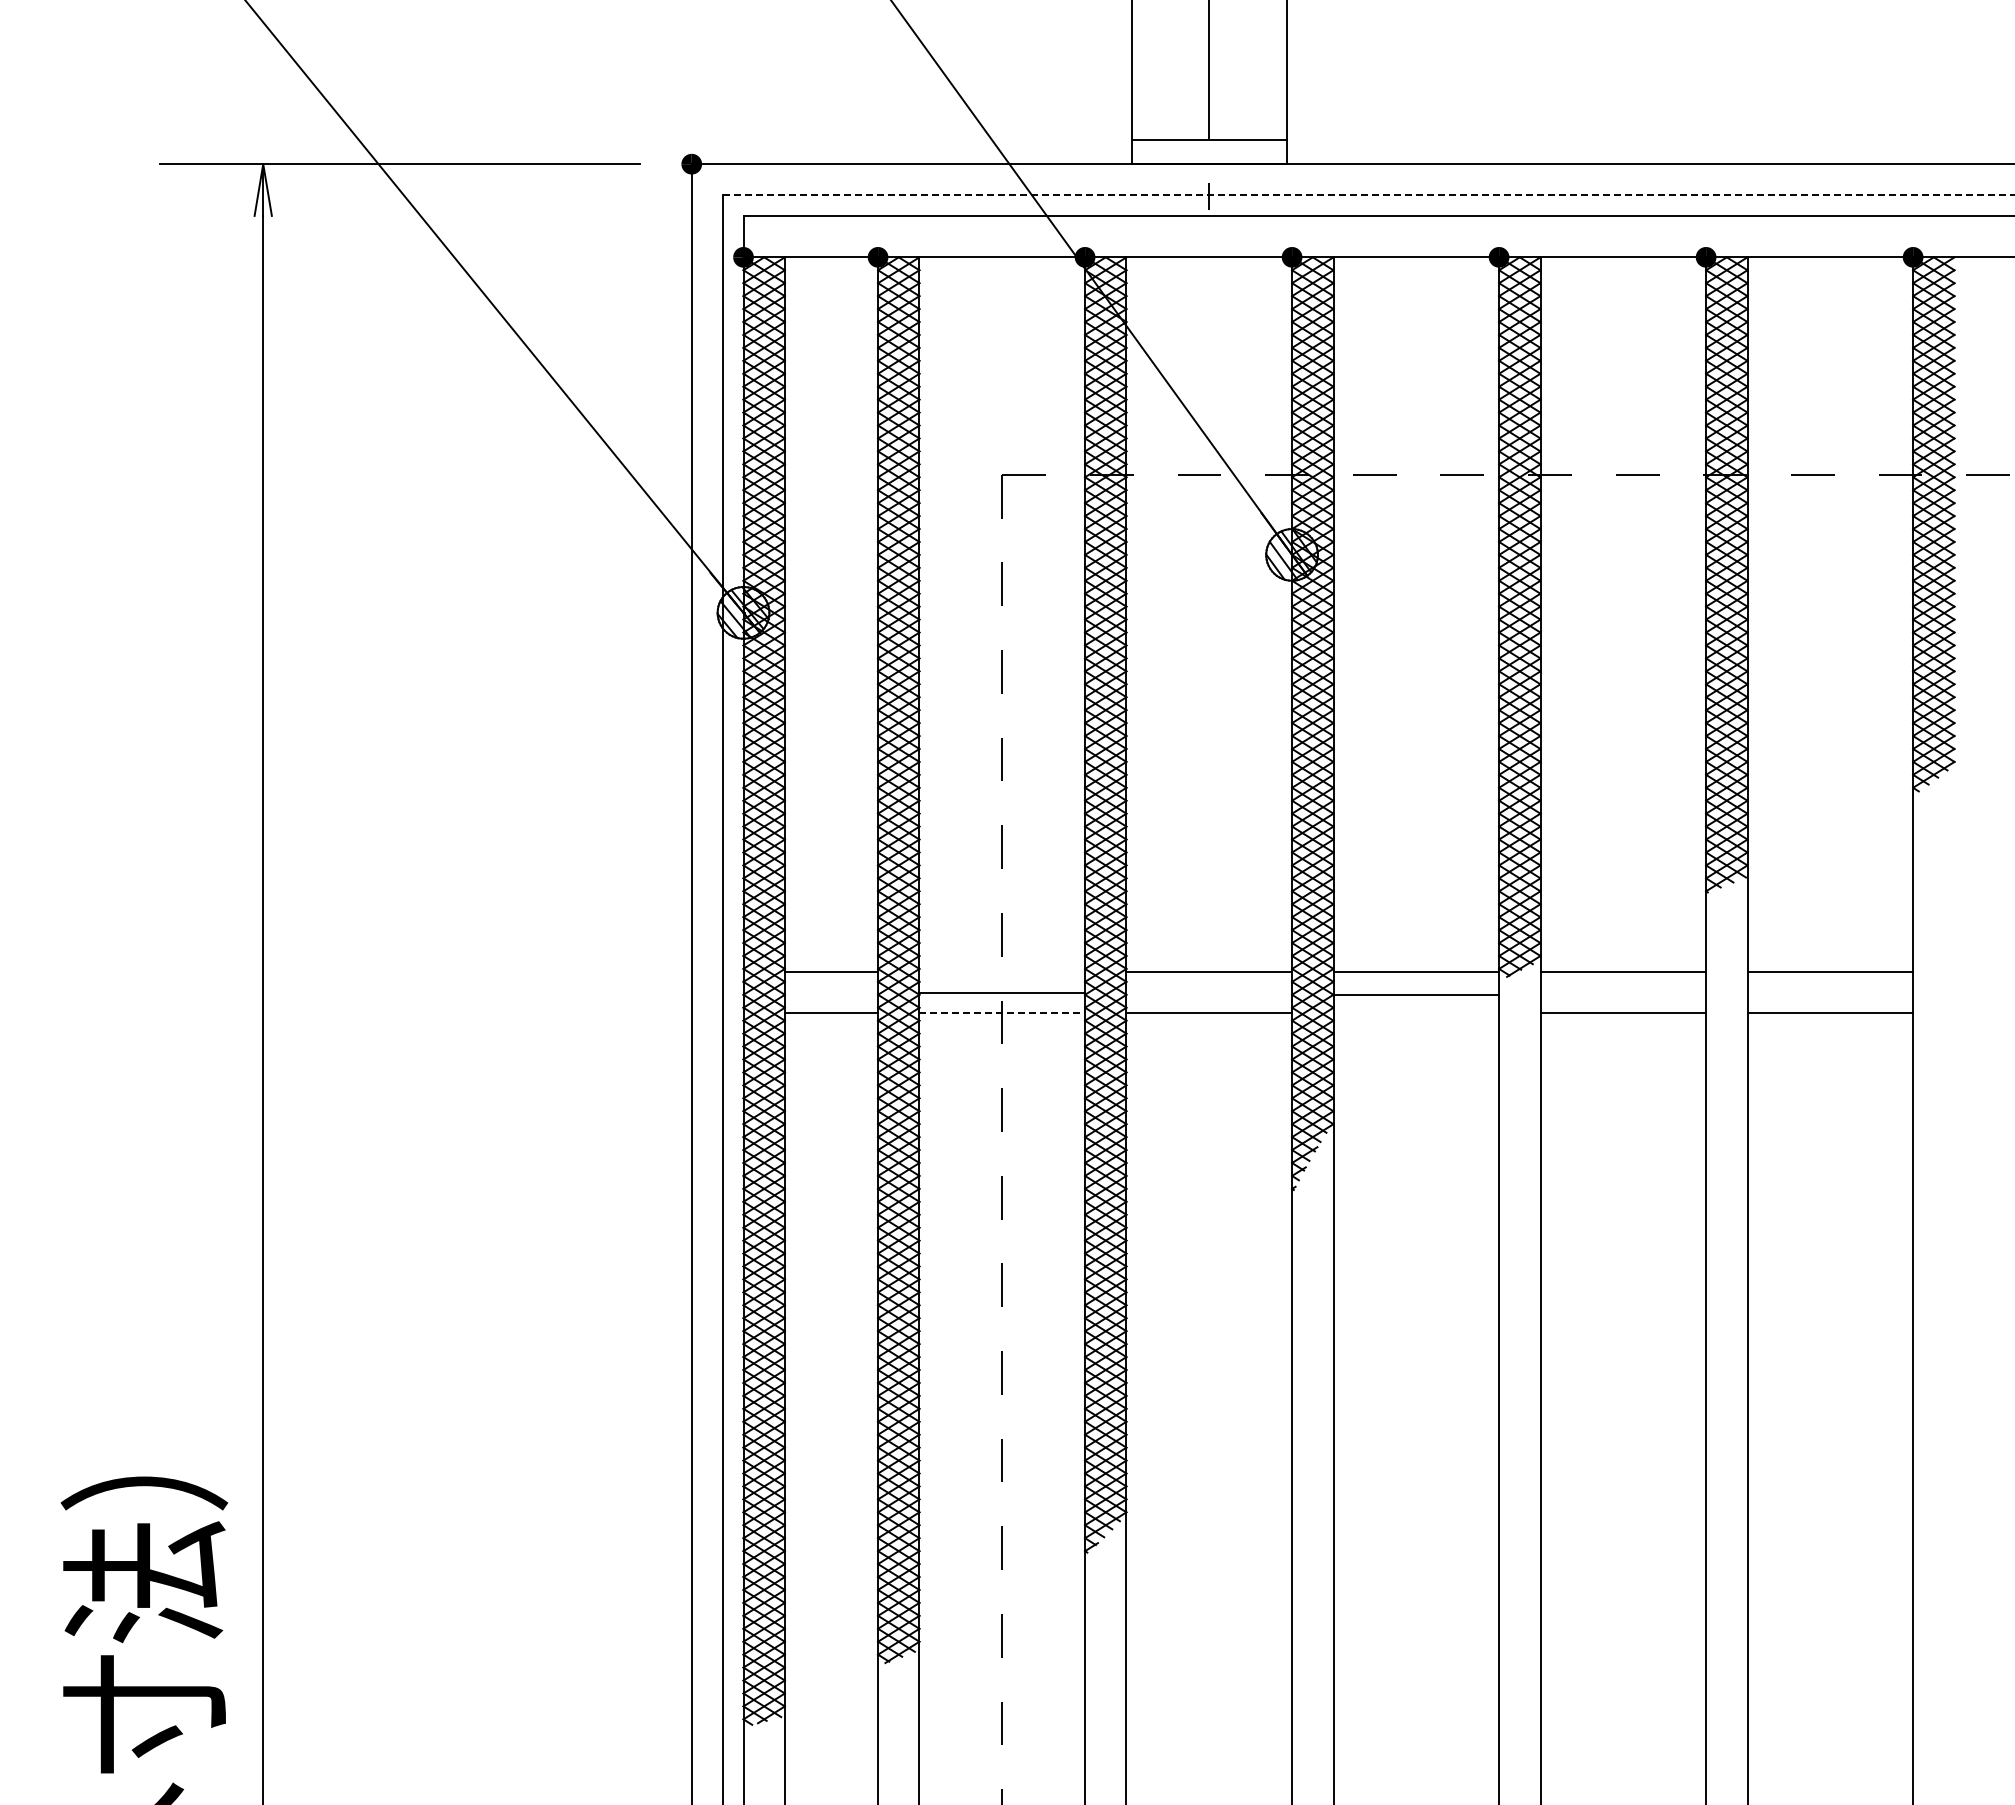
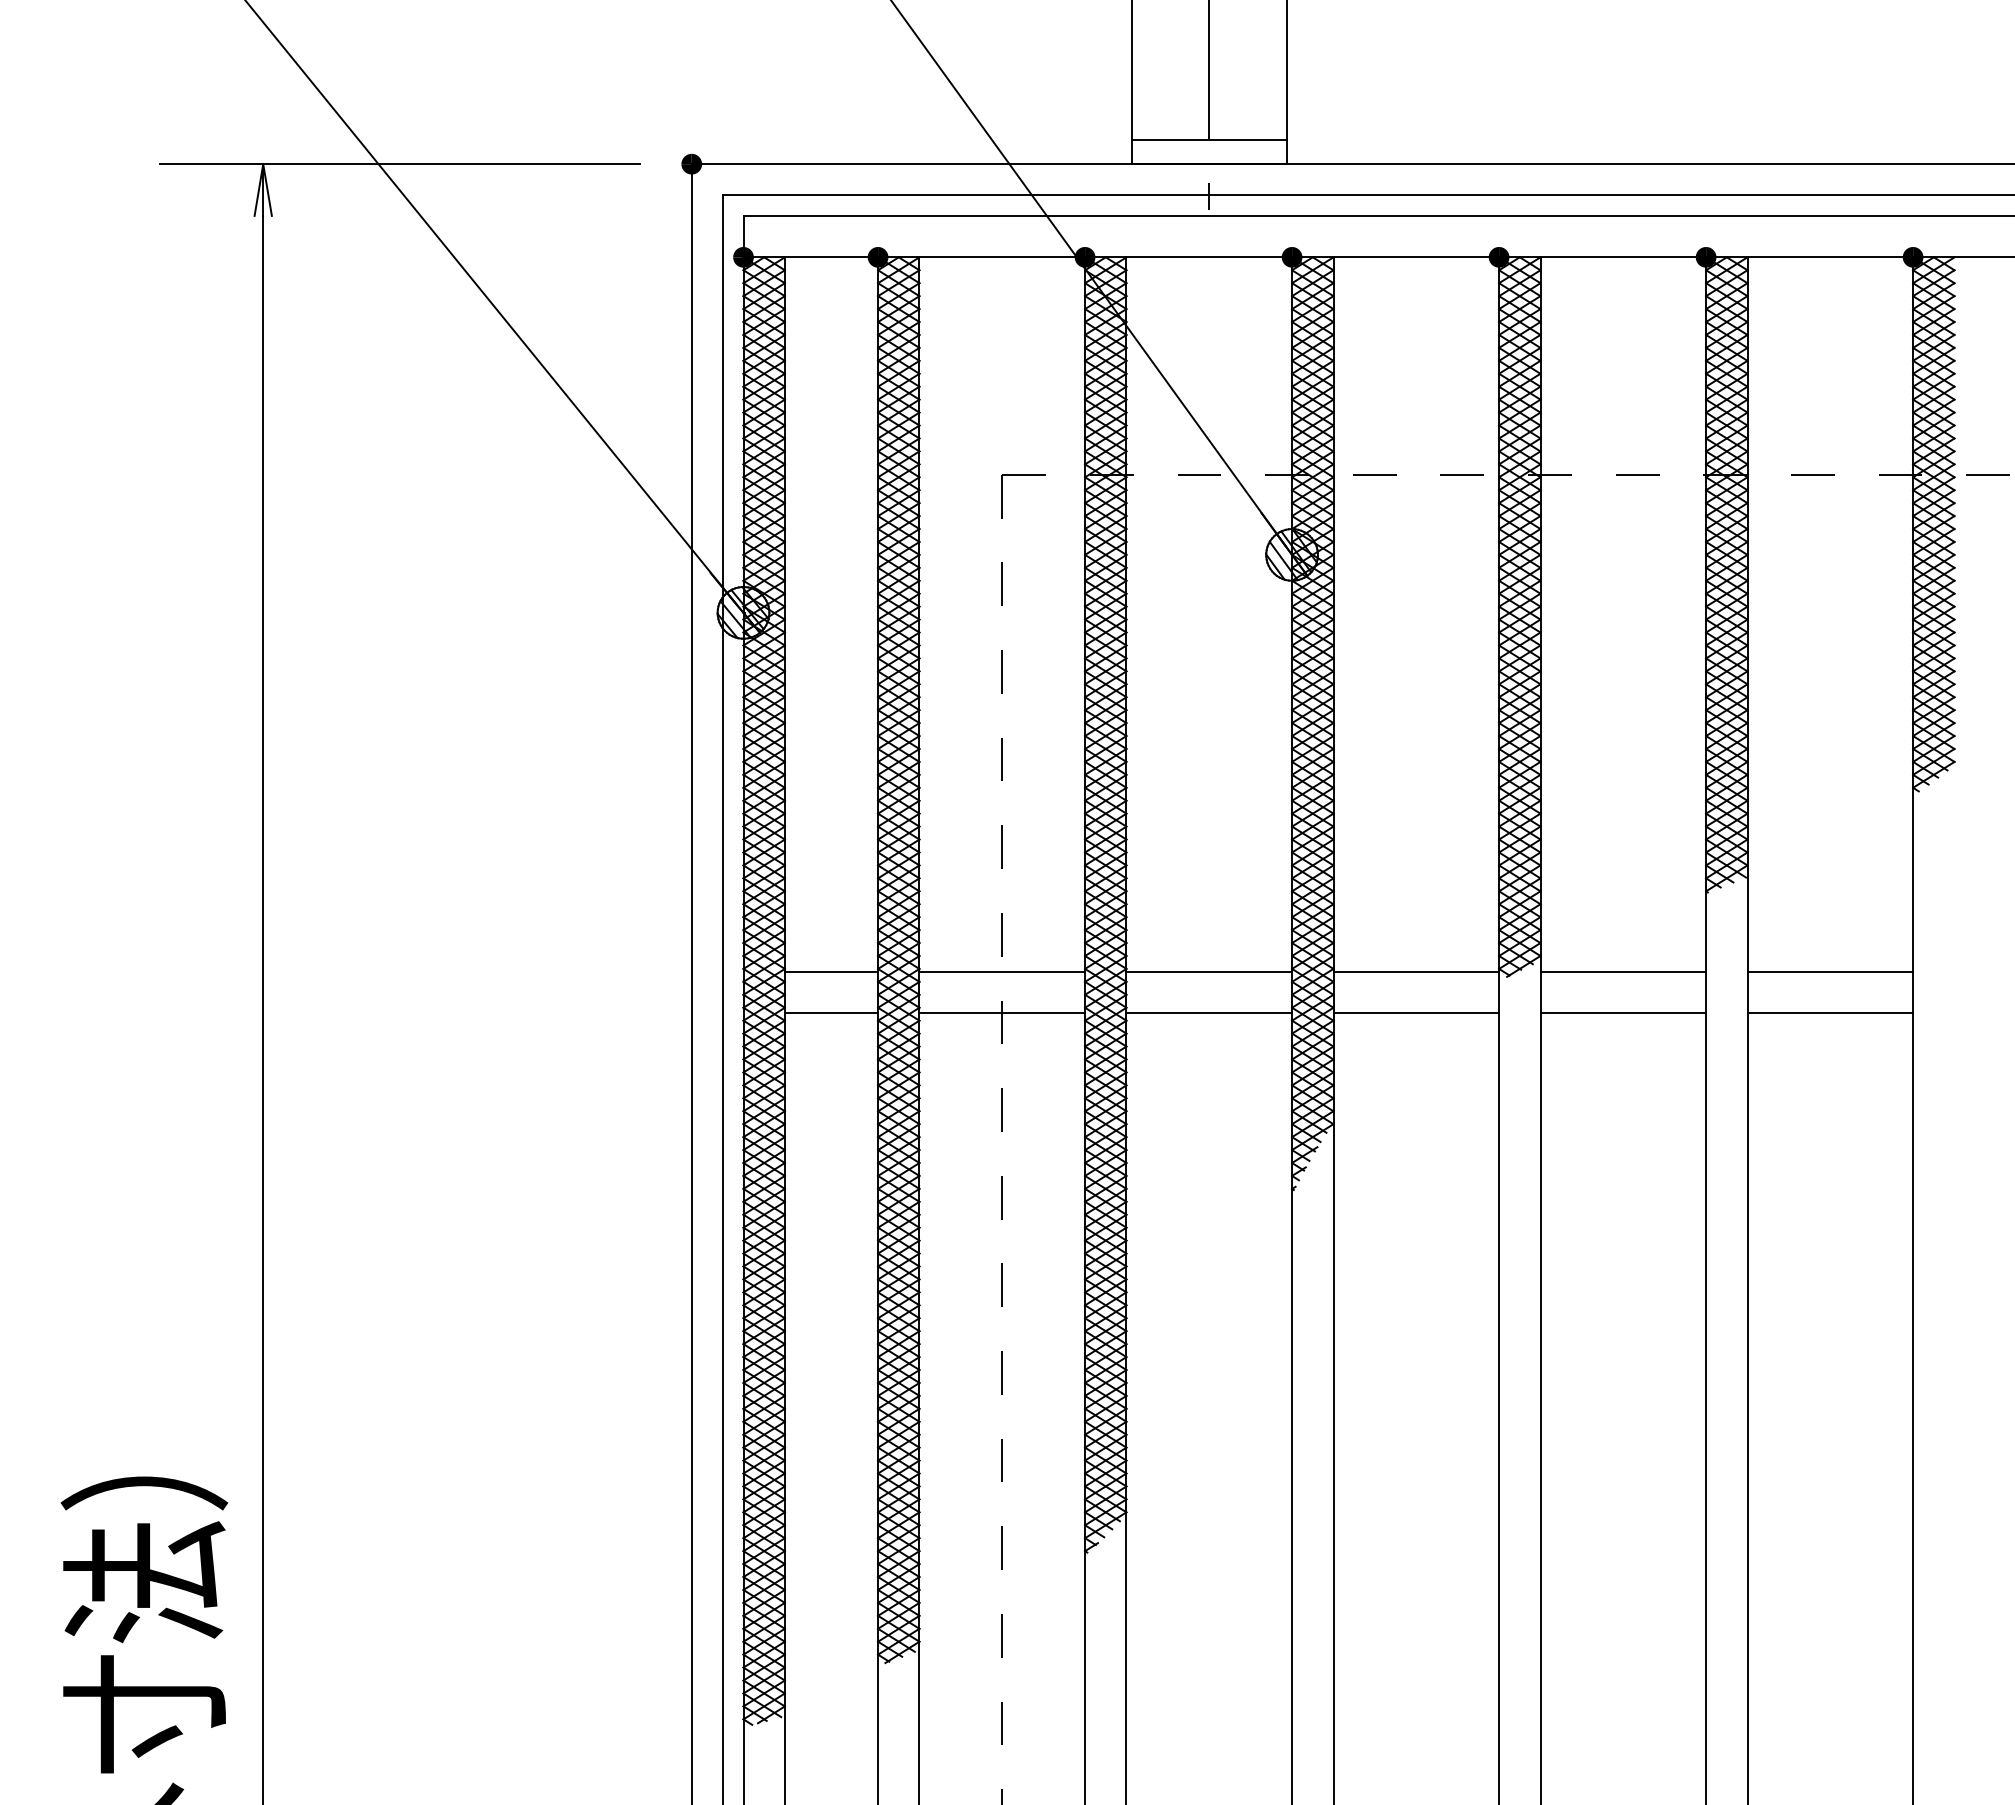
line at (1368, 195): dashed -> solid
line at (1002, 992) position: (1002, 992) -> (1002, 971)
line at (1416, 994) position: (1416, 994) -> (1416, 1012)
line at (1002, 1012): dashed -> solid
